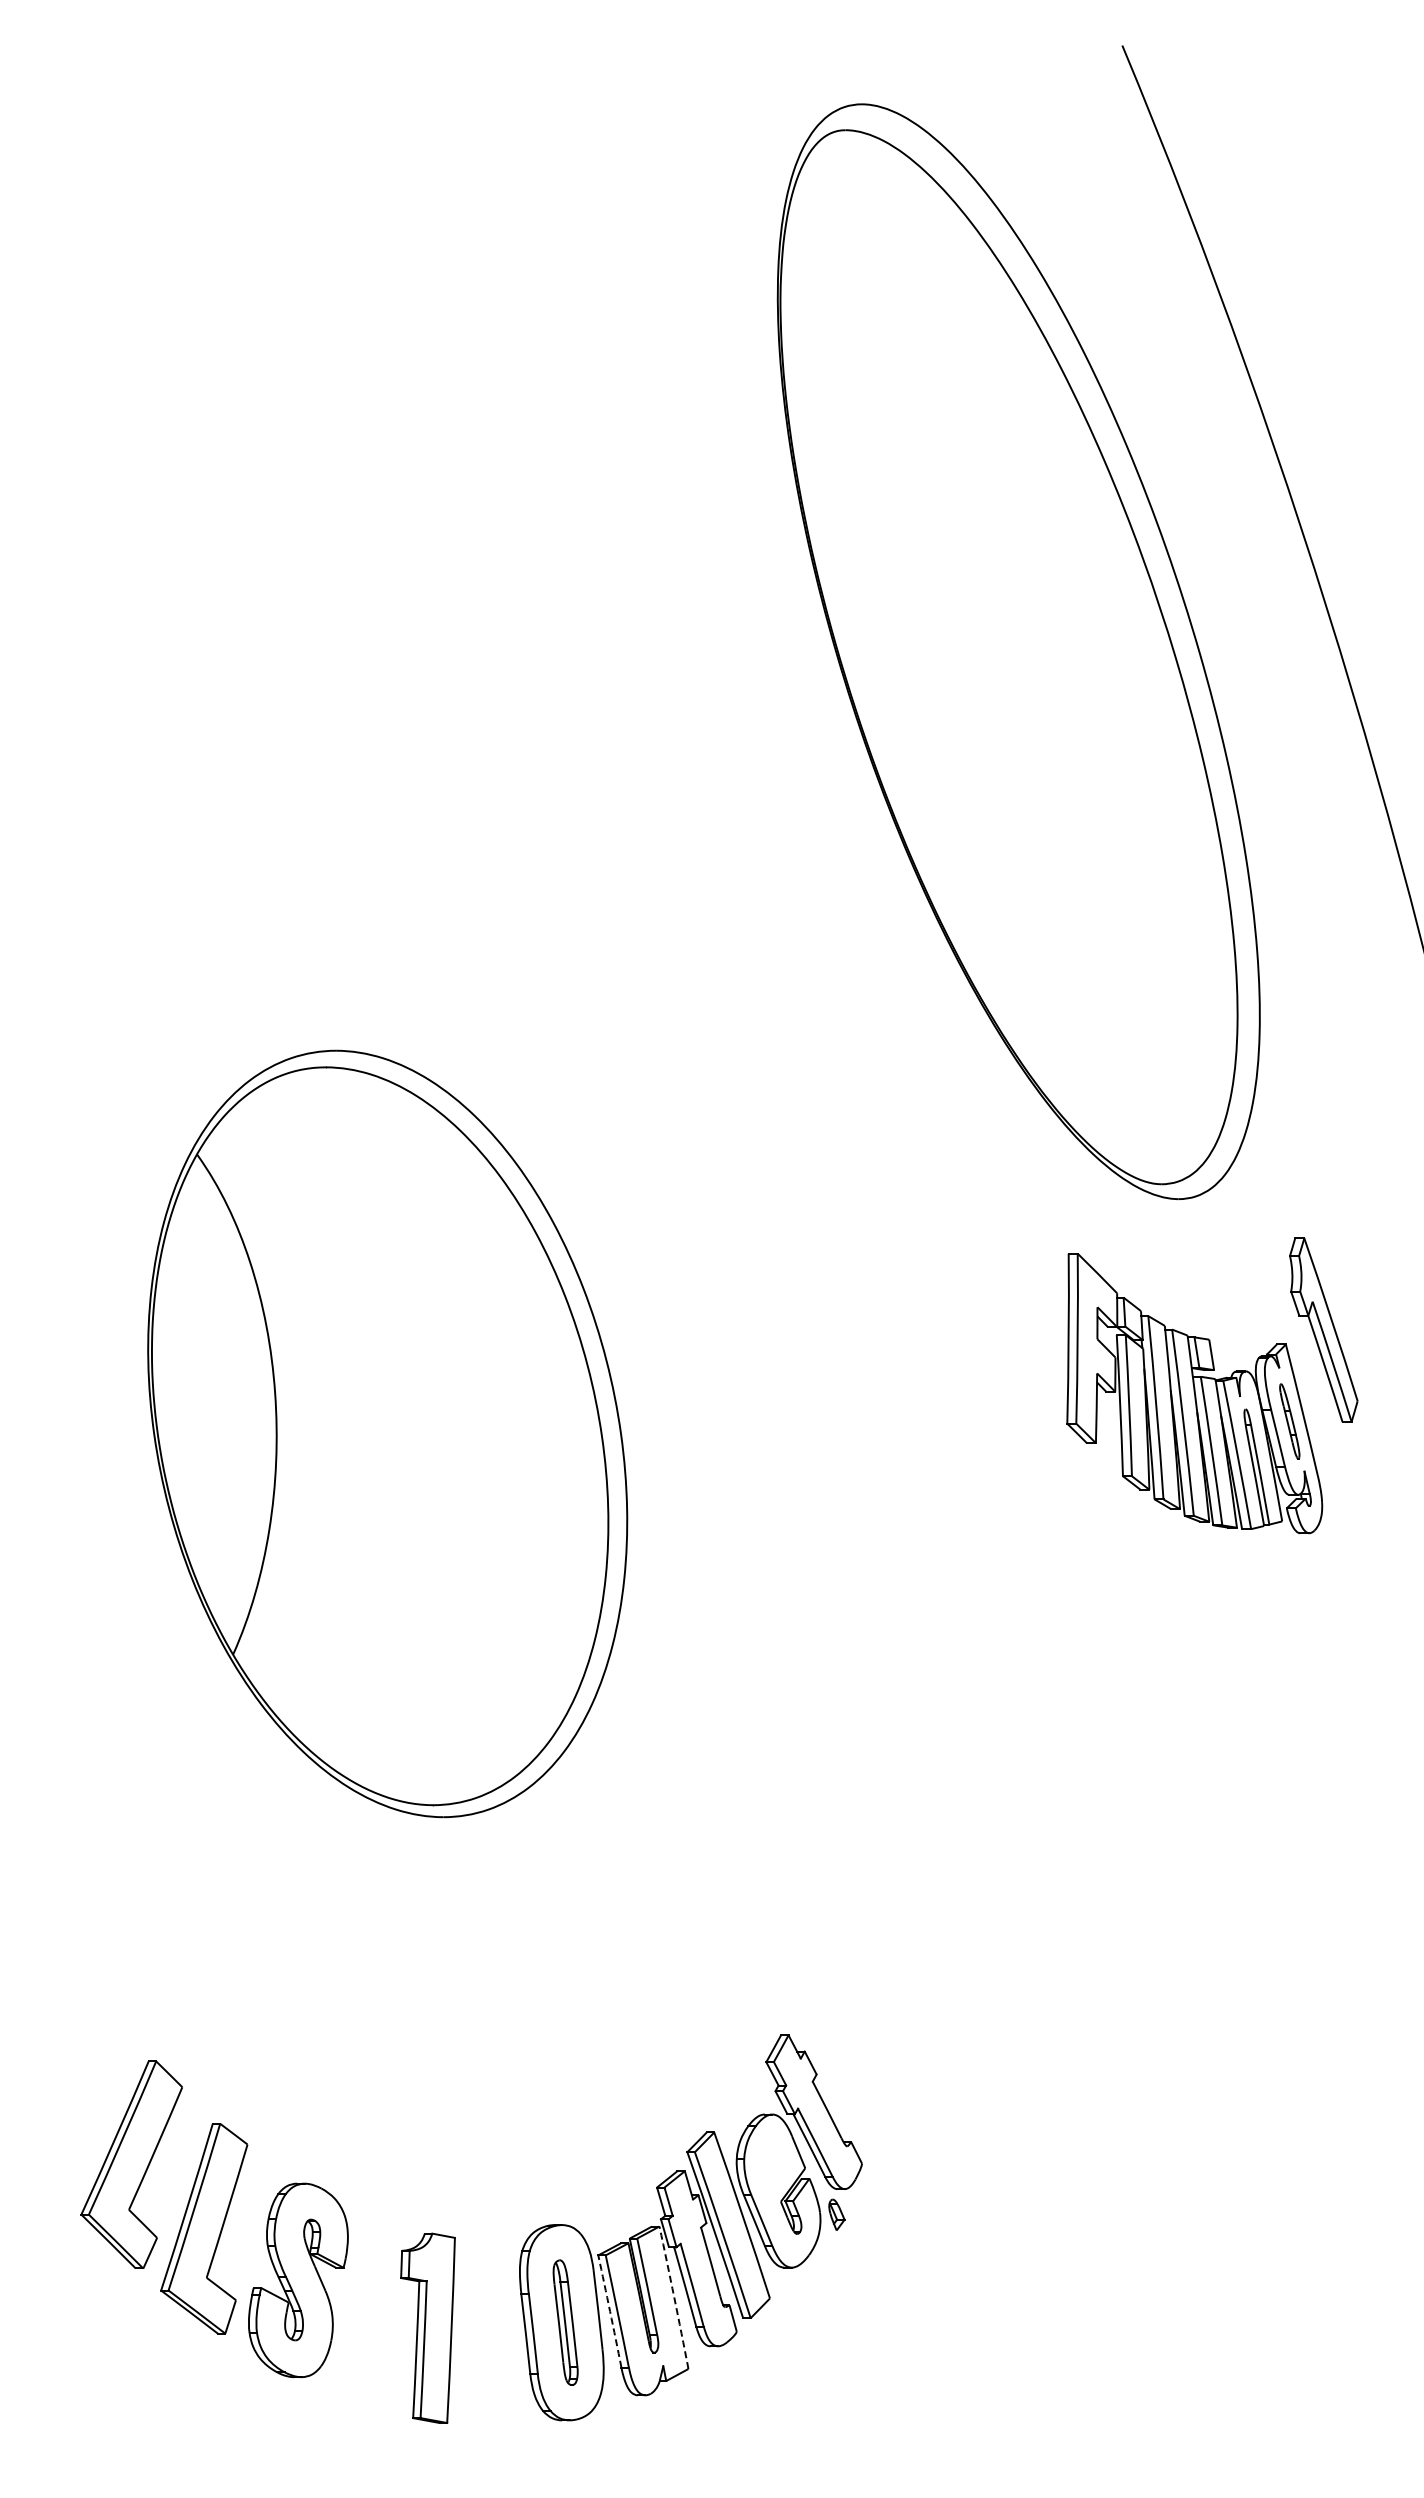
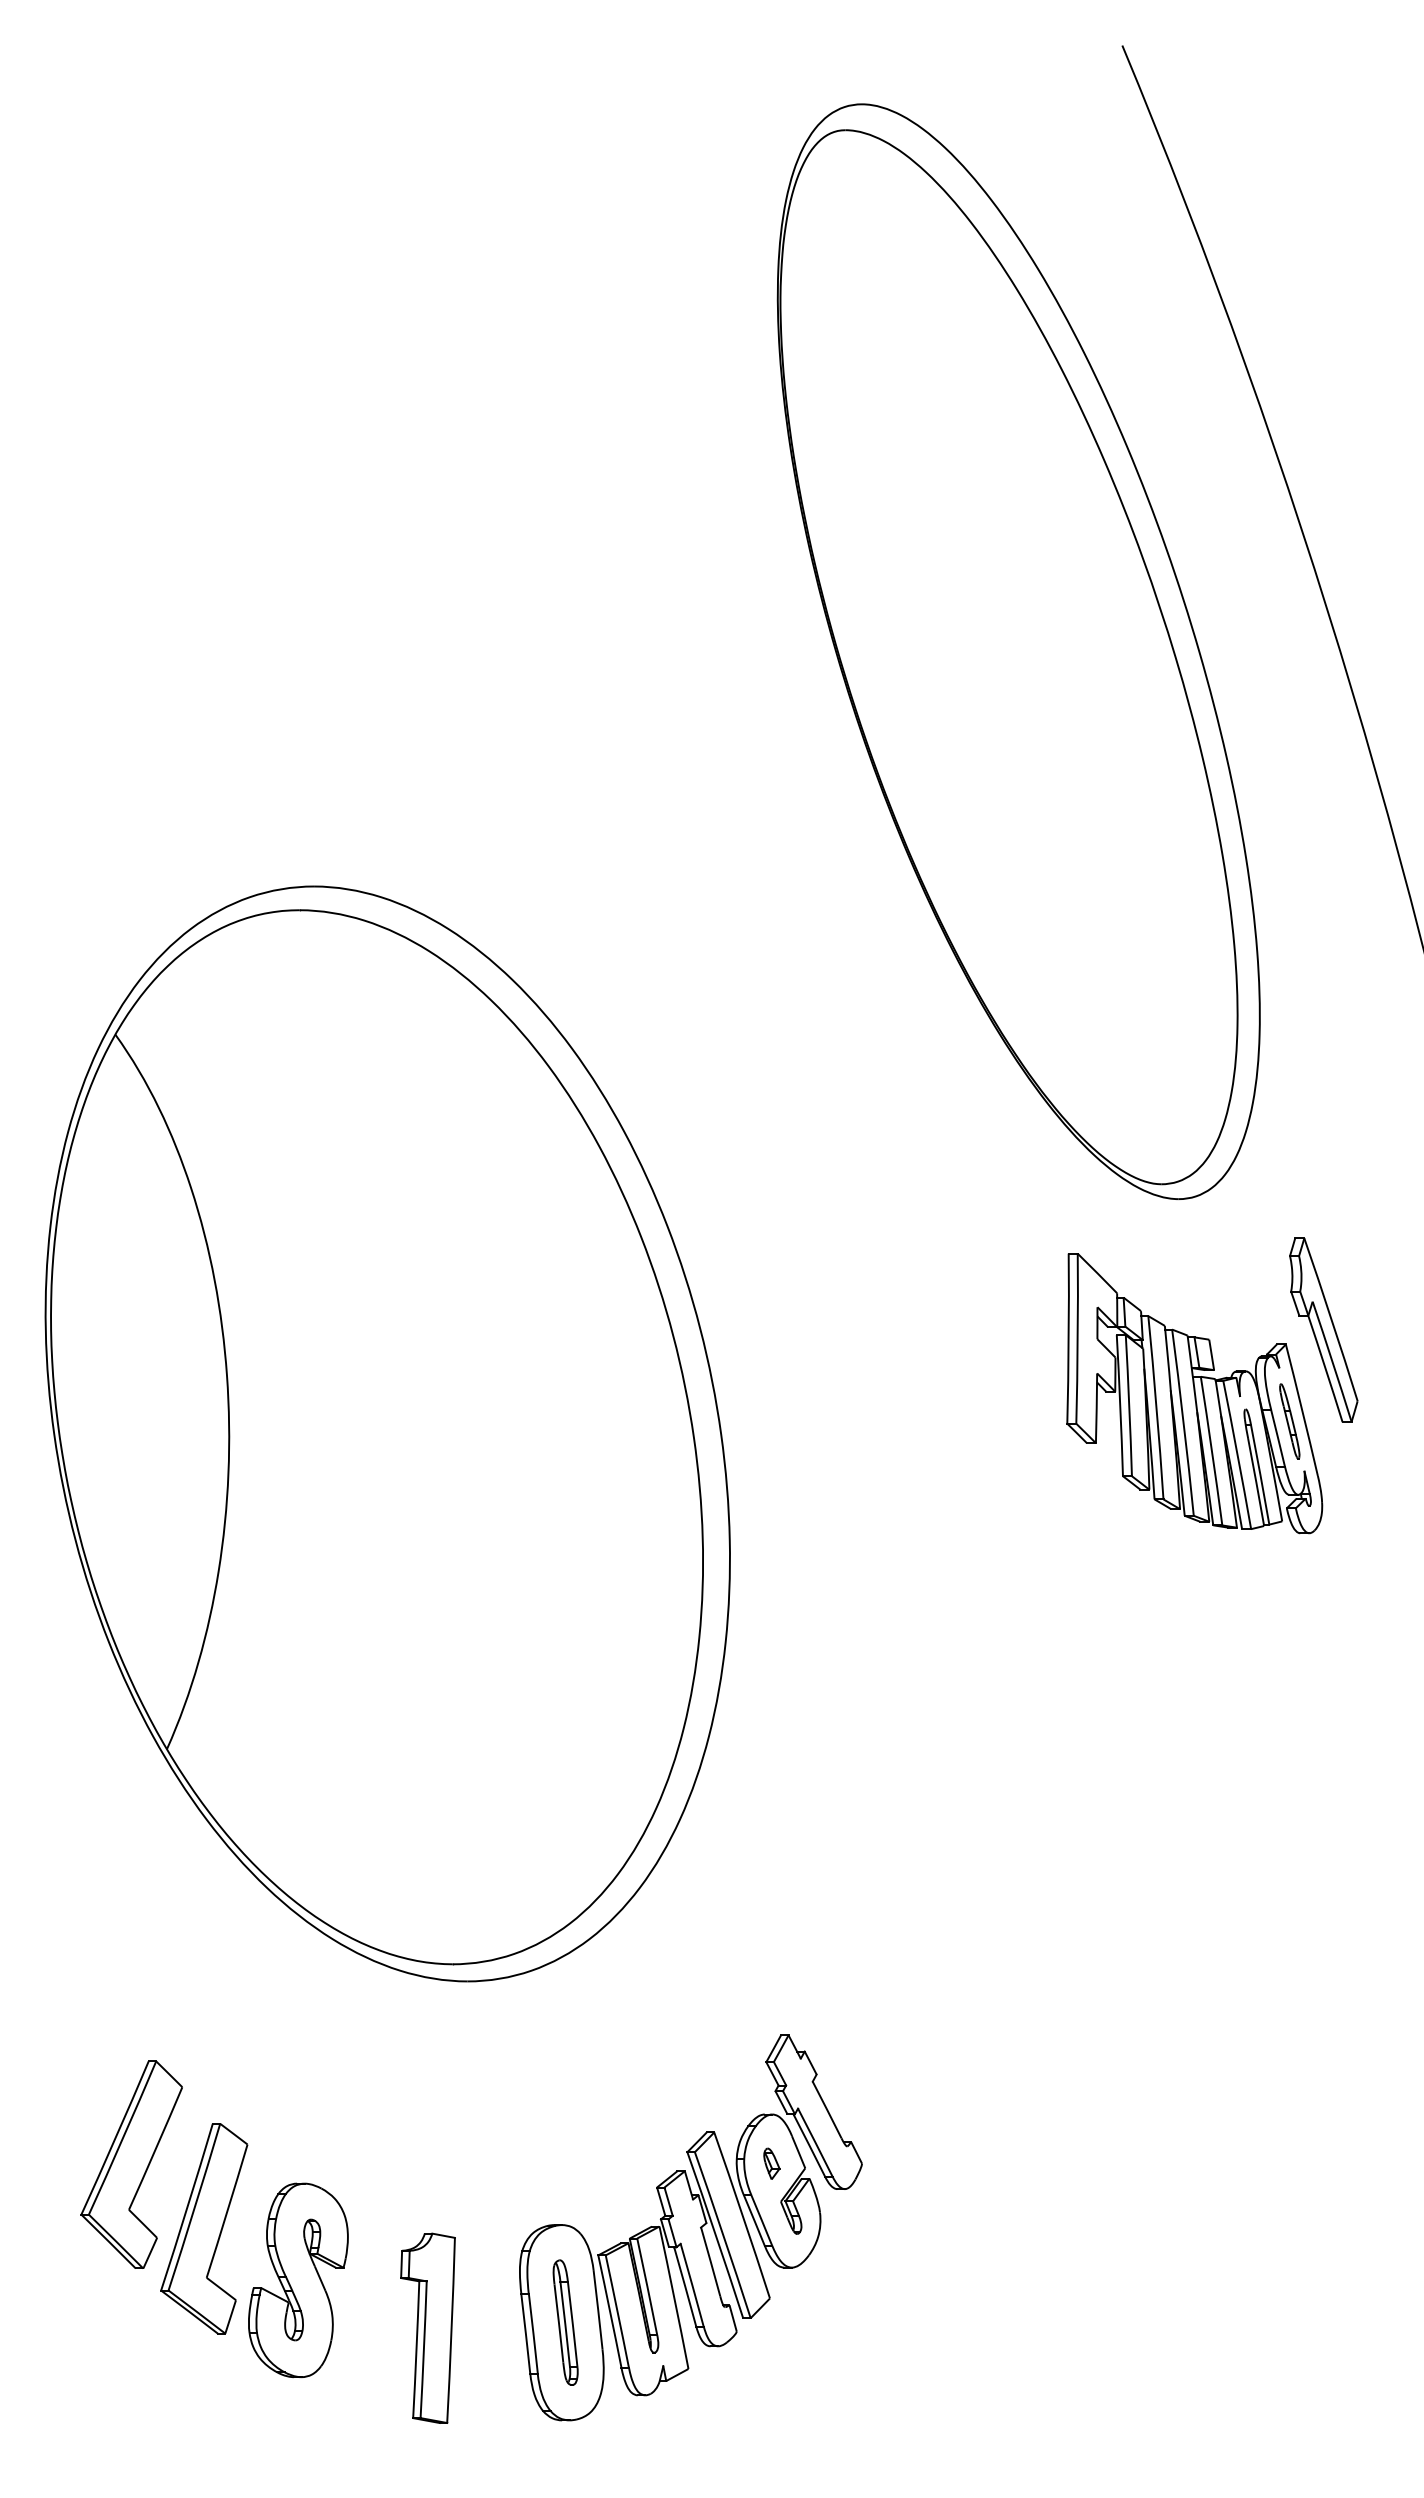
part at (387, 1433) size: 482x770 px -> 687x1098 px
part at (836, 2214) position: (836, 2214) -> (771, 2163)
arc at (674, 2297): dashed -> solid
arc at (610, 2311): dashed -> solid
